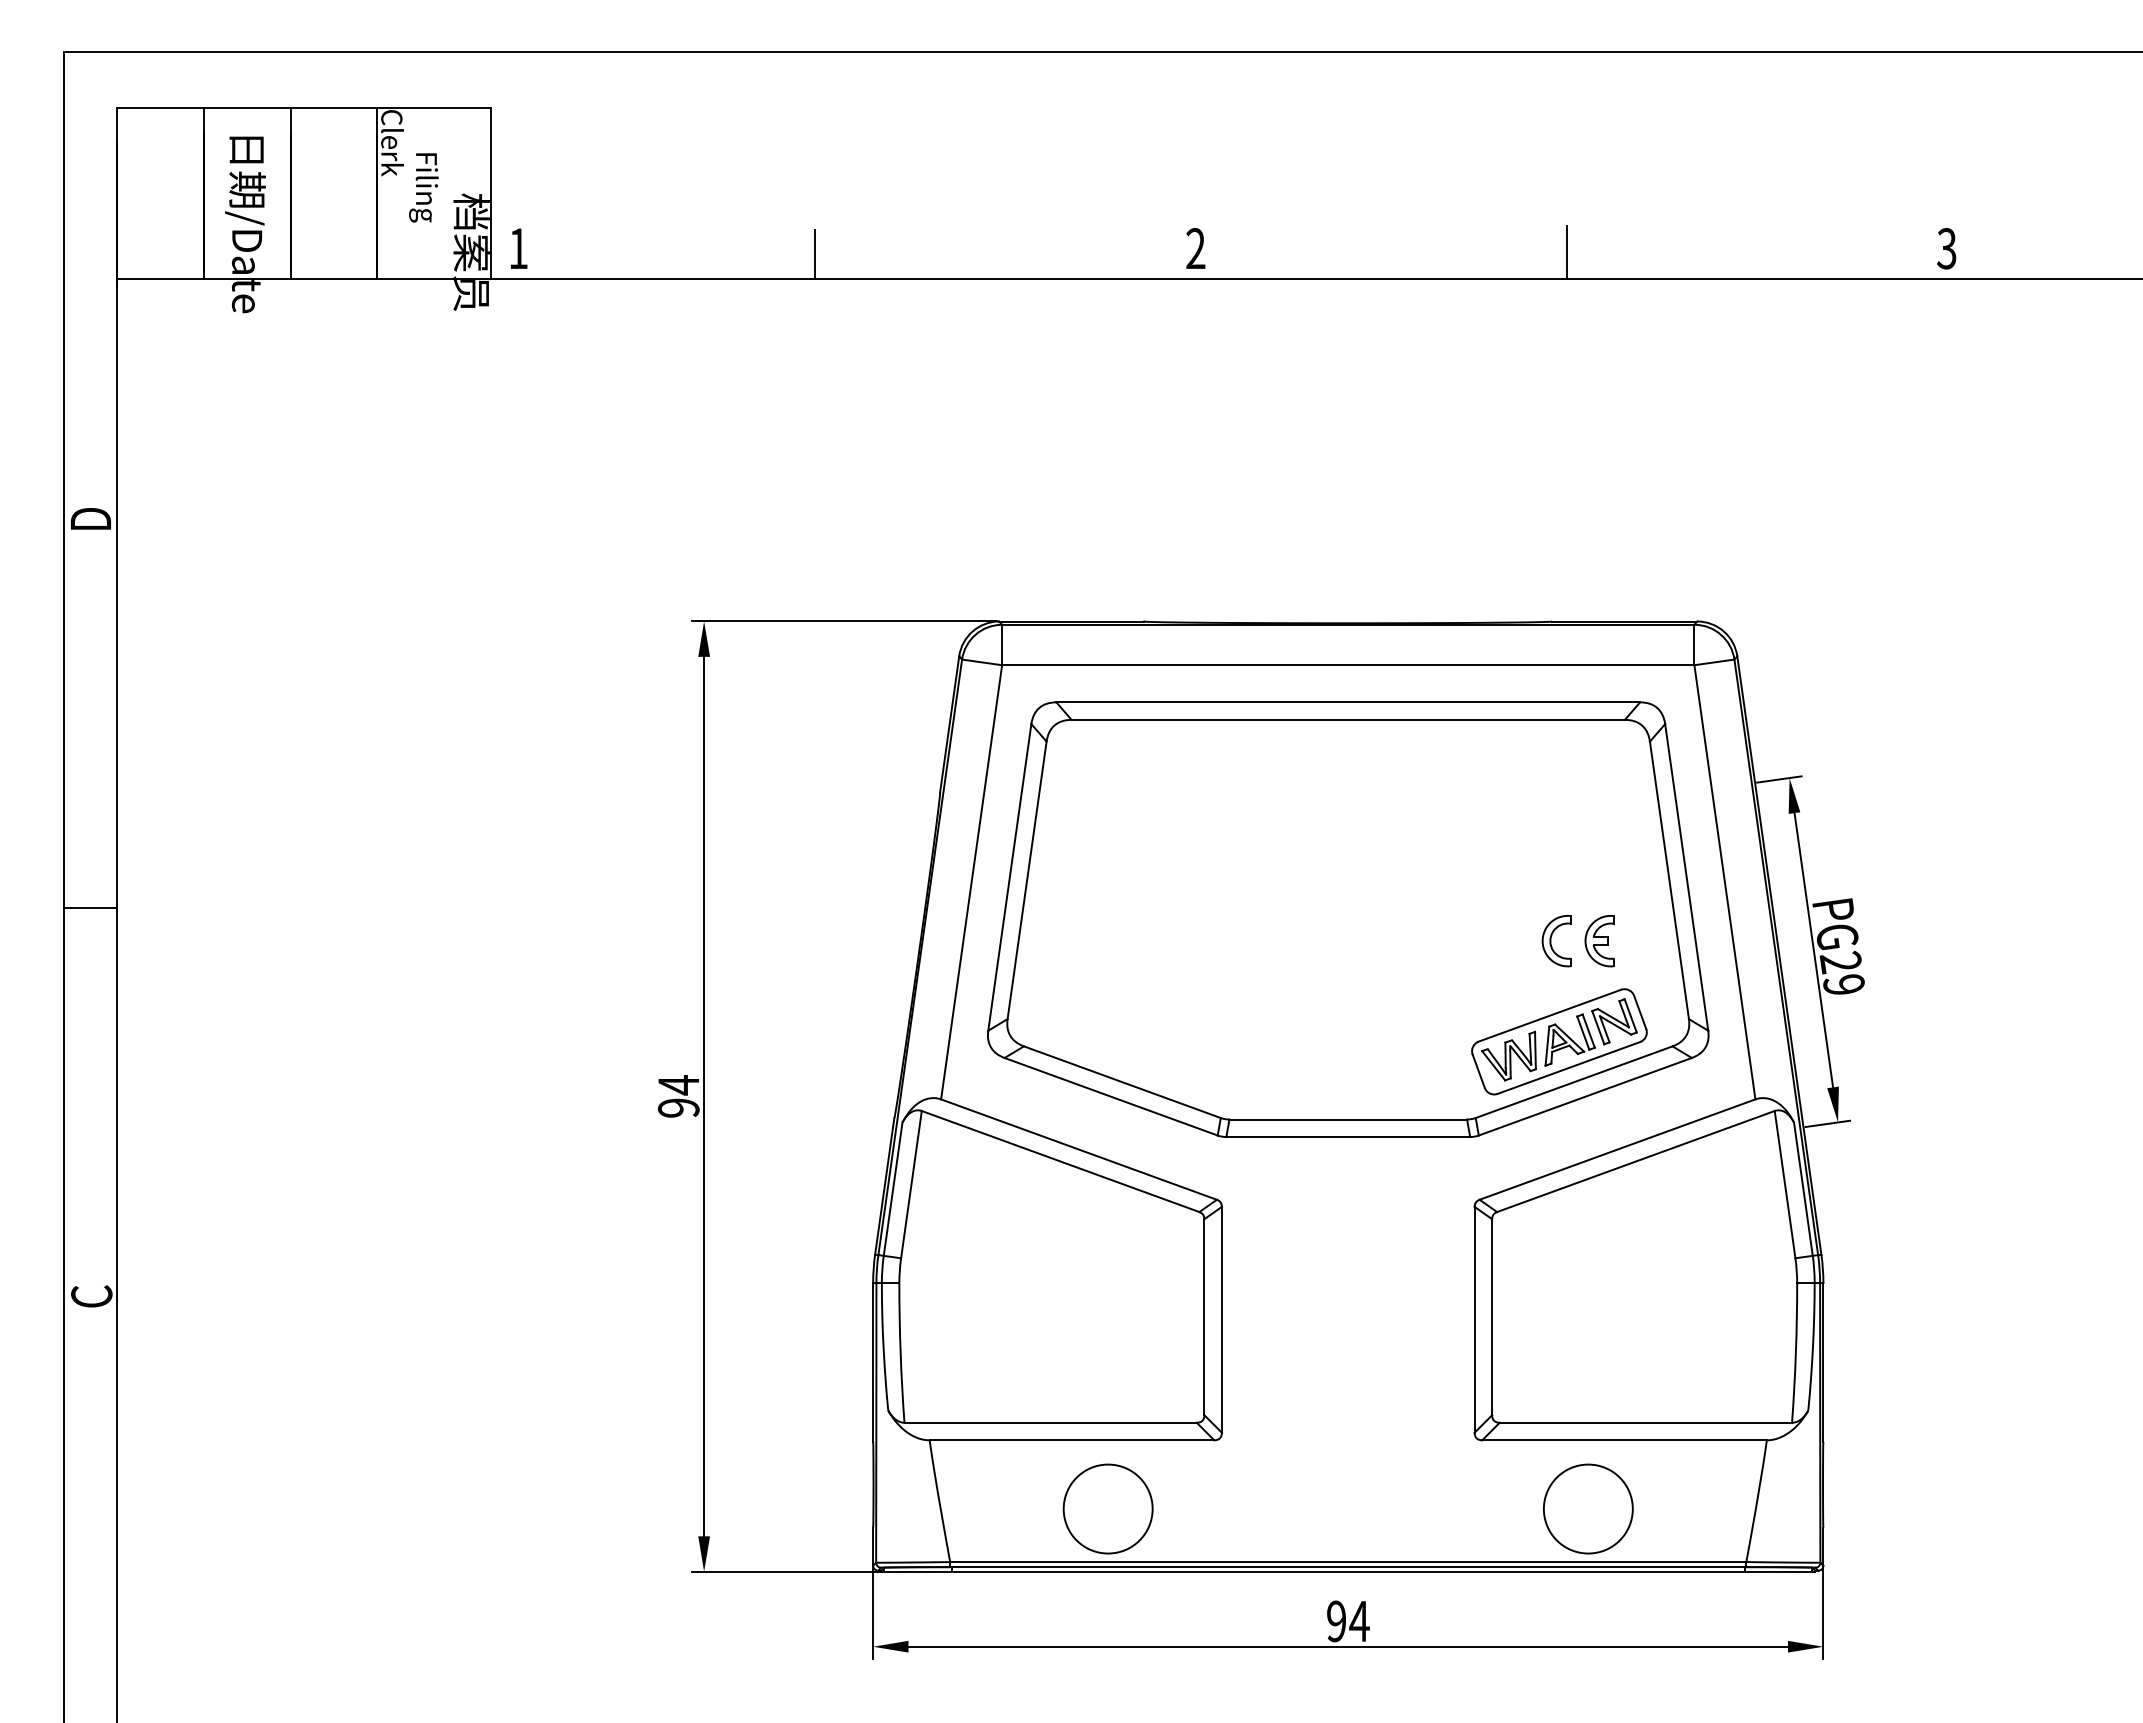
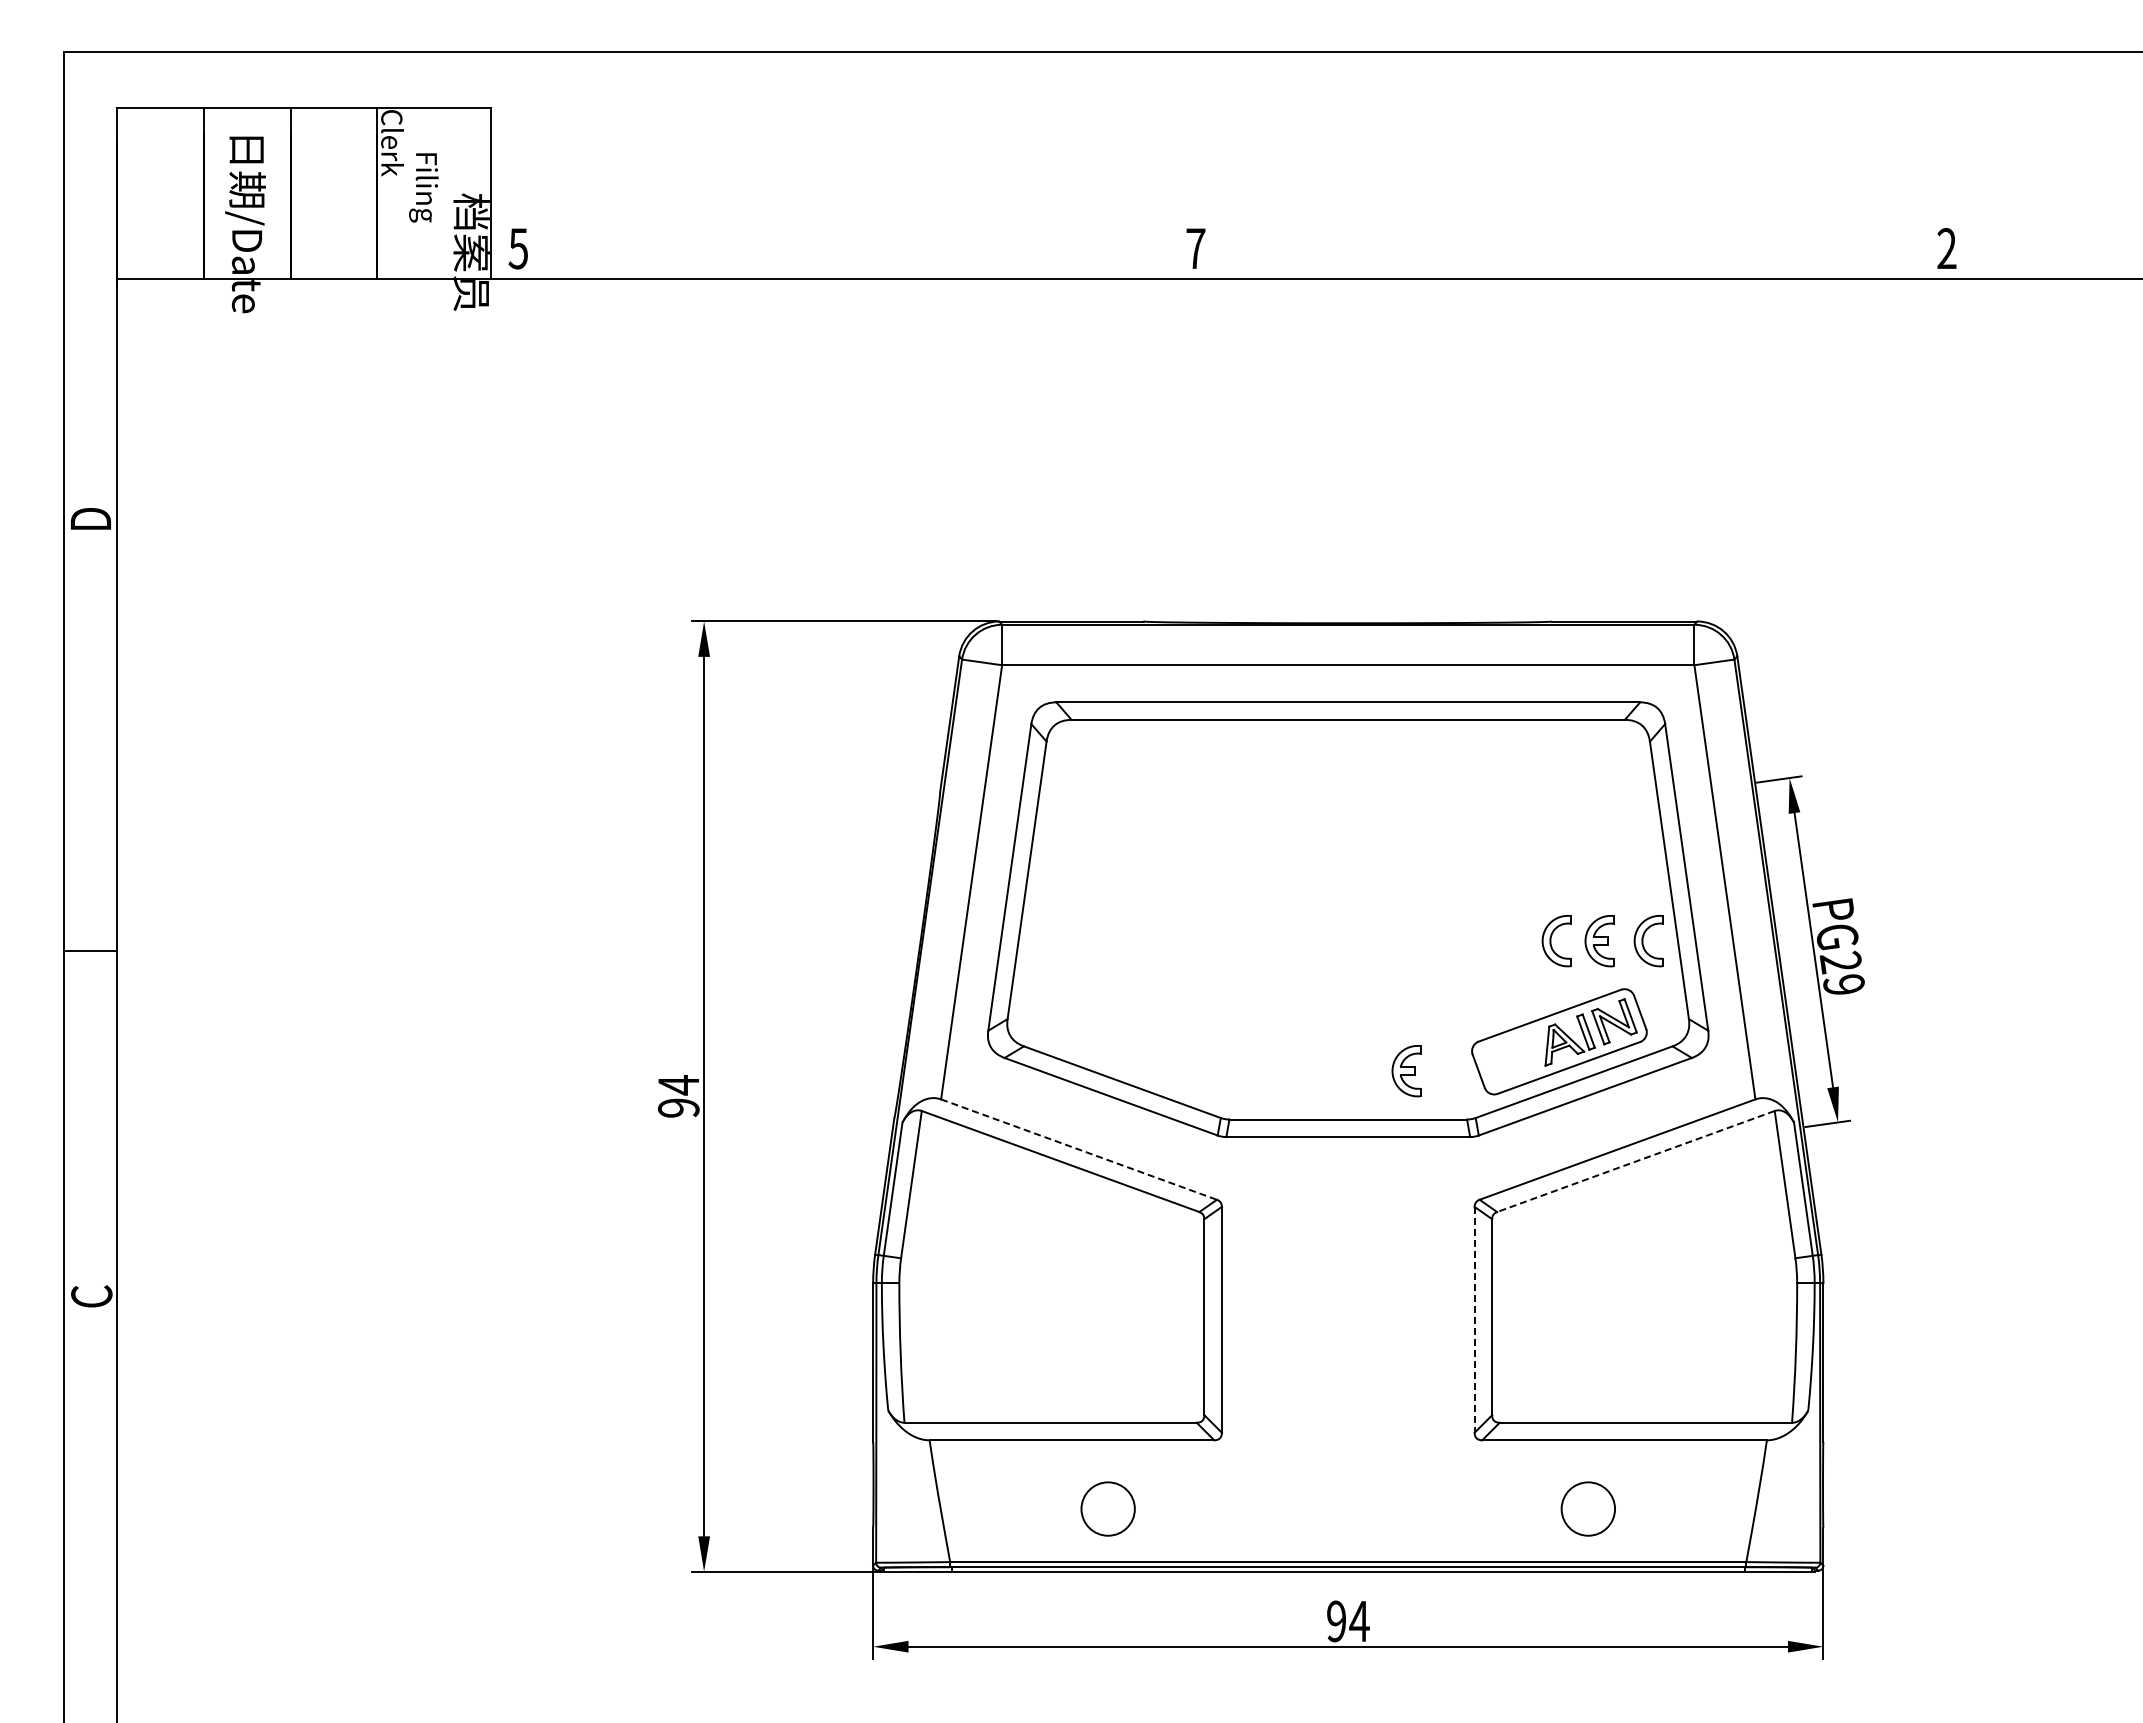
text at (517, 248): 1 -> 5
text at (1195, 248): 2 -> 7
text at (1946, 248): 3 -> 2
line at (1566, 252): present -> none
line at (815, 254): present -> none
line at (90, 907) position: (90, 907) -> (90, 950)
part at (1648, 941): none -> present
part at (1508, 1055): present -> none
part at (1406, 1071): none -> present
line at (1079, 1149): solid -> dashed
line at (1635, 1161): solid -> dashed
line at (1474, 1319): solid -> dashed
circle at (1107, 1508) diameter: 89 px -> 53 px
circle at (1587, 1508) diameter: 89 px -> 53 px
